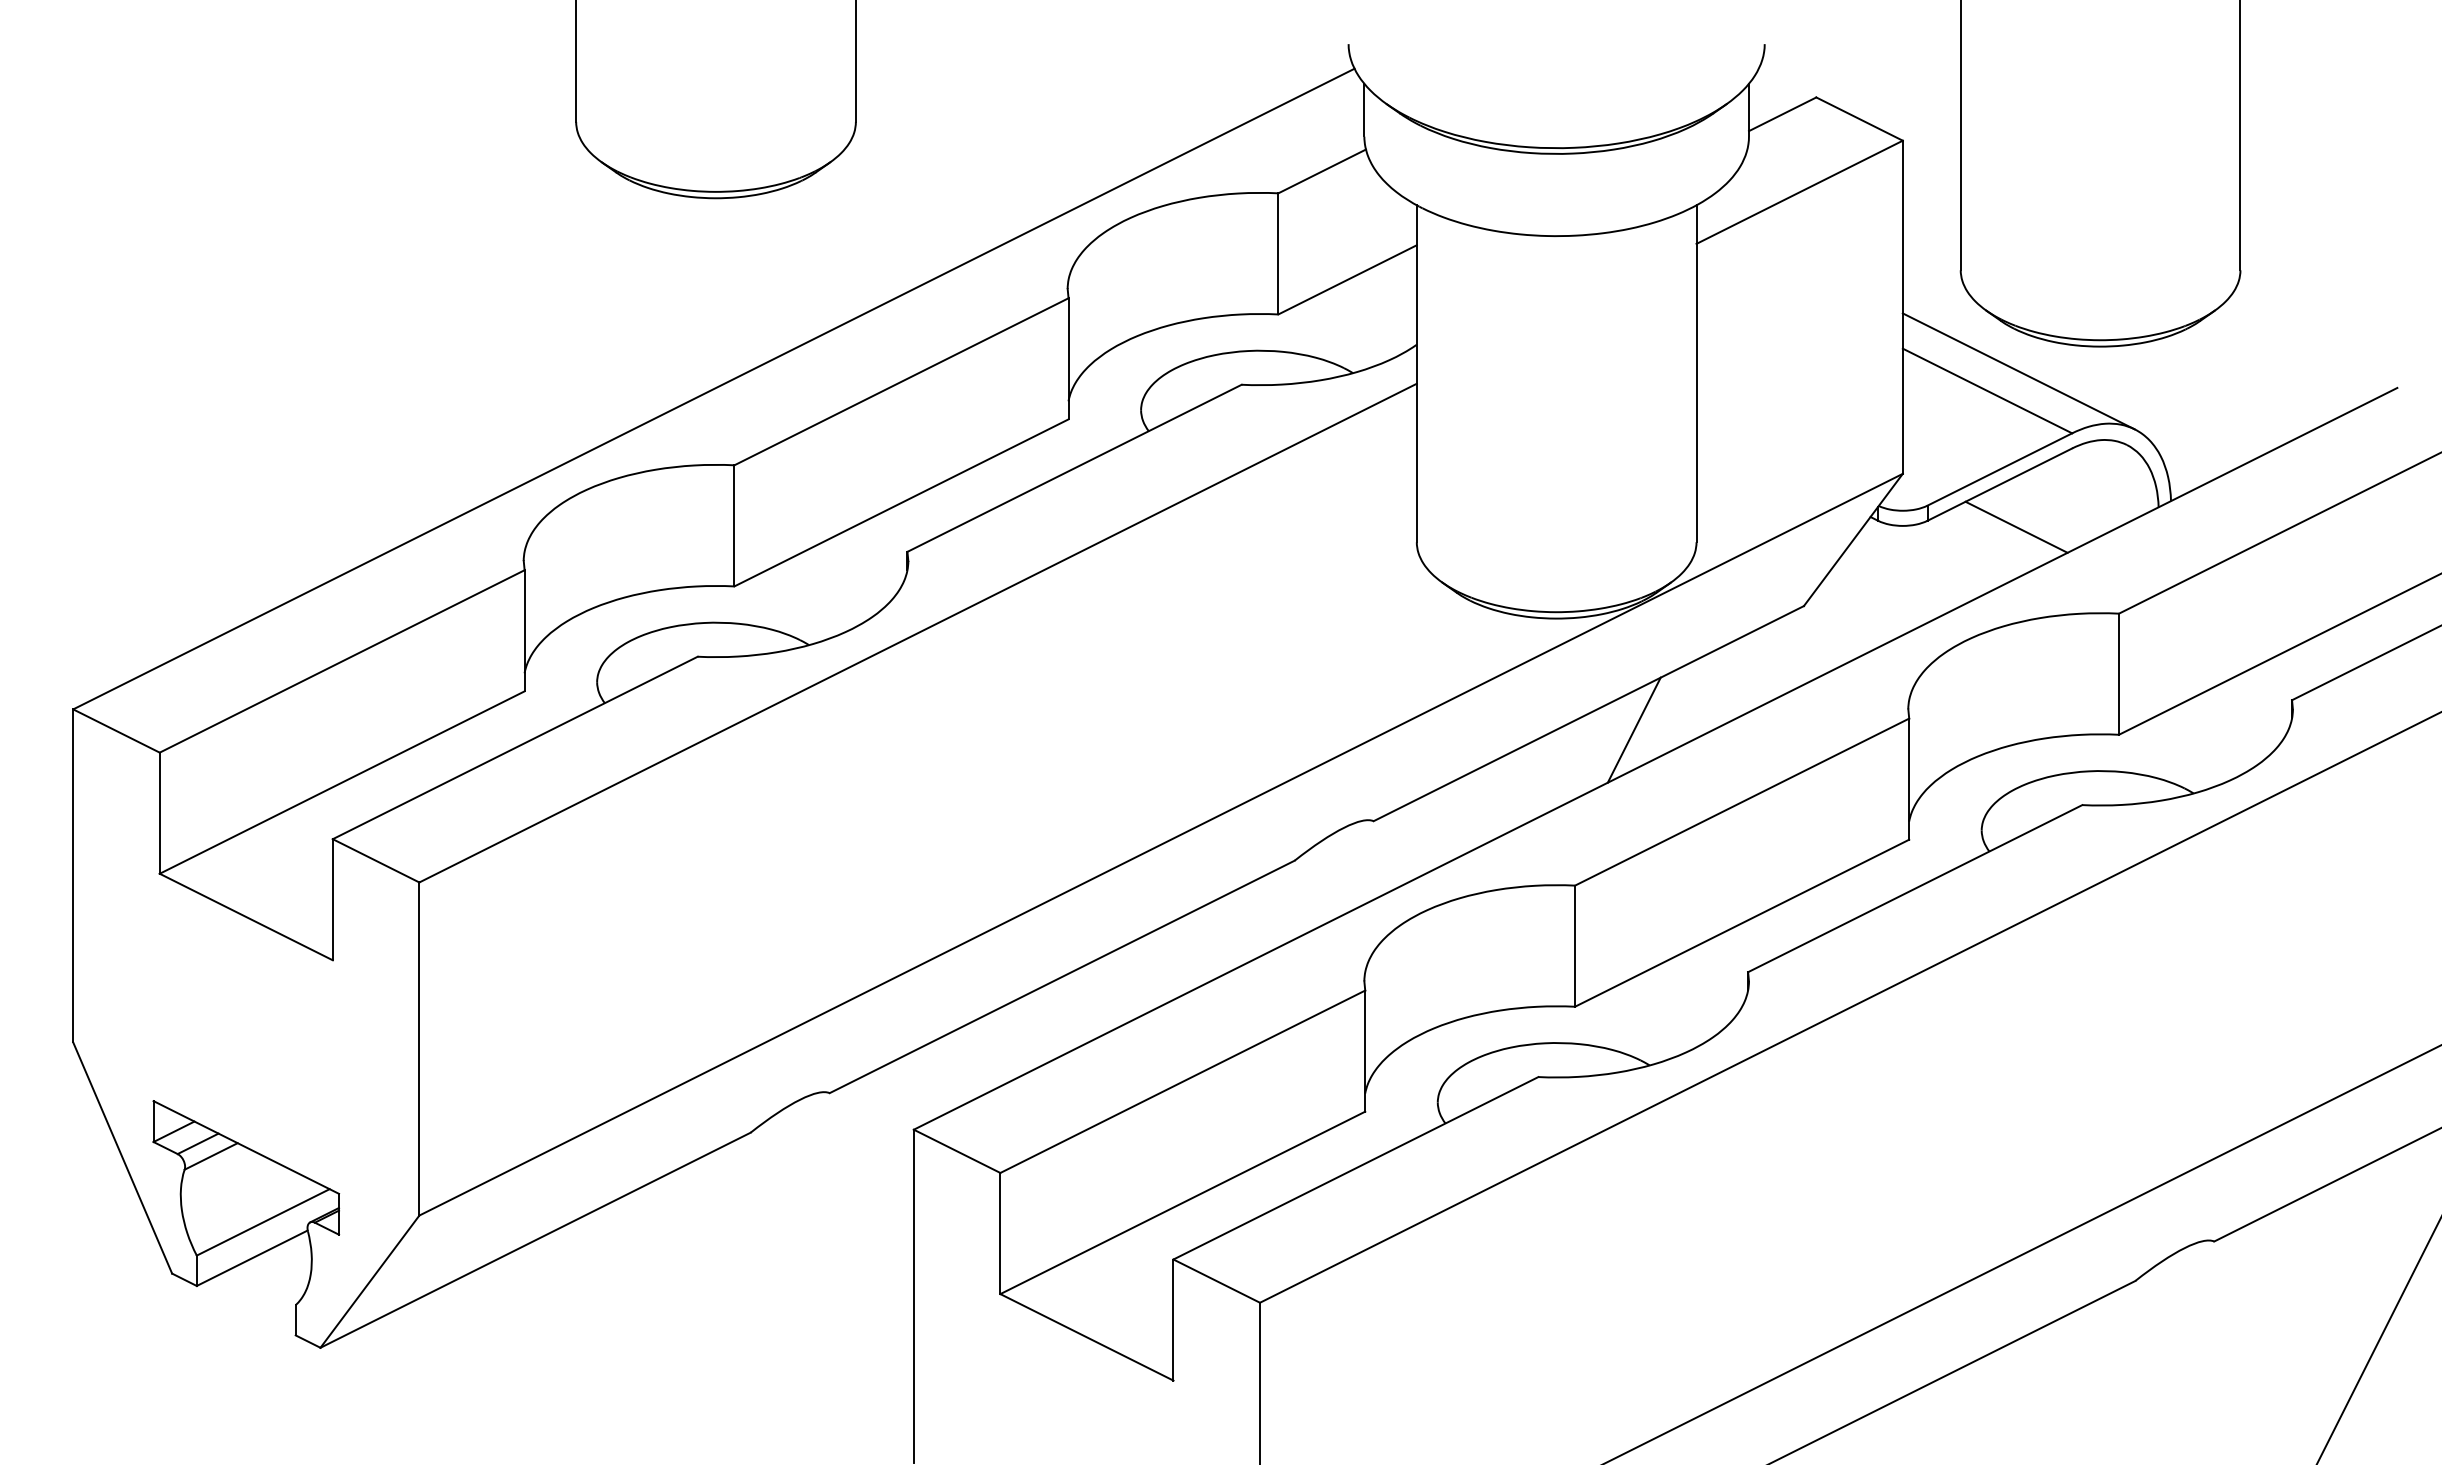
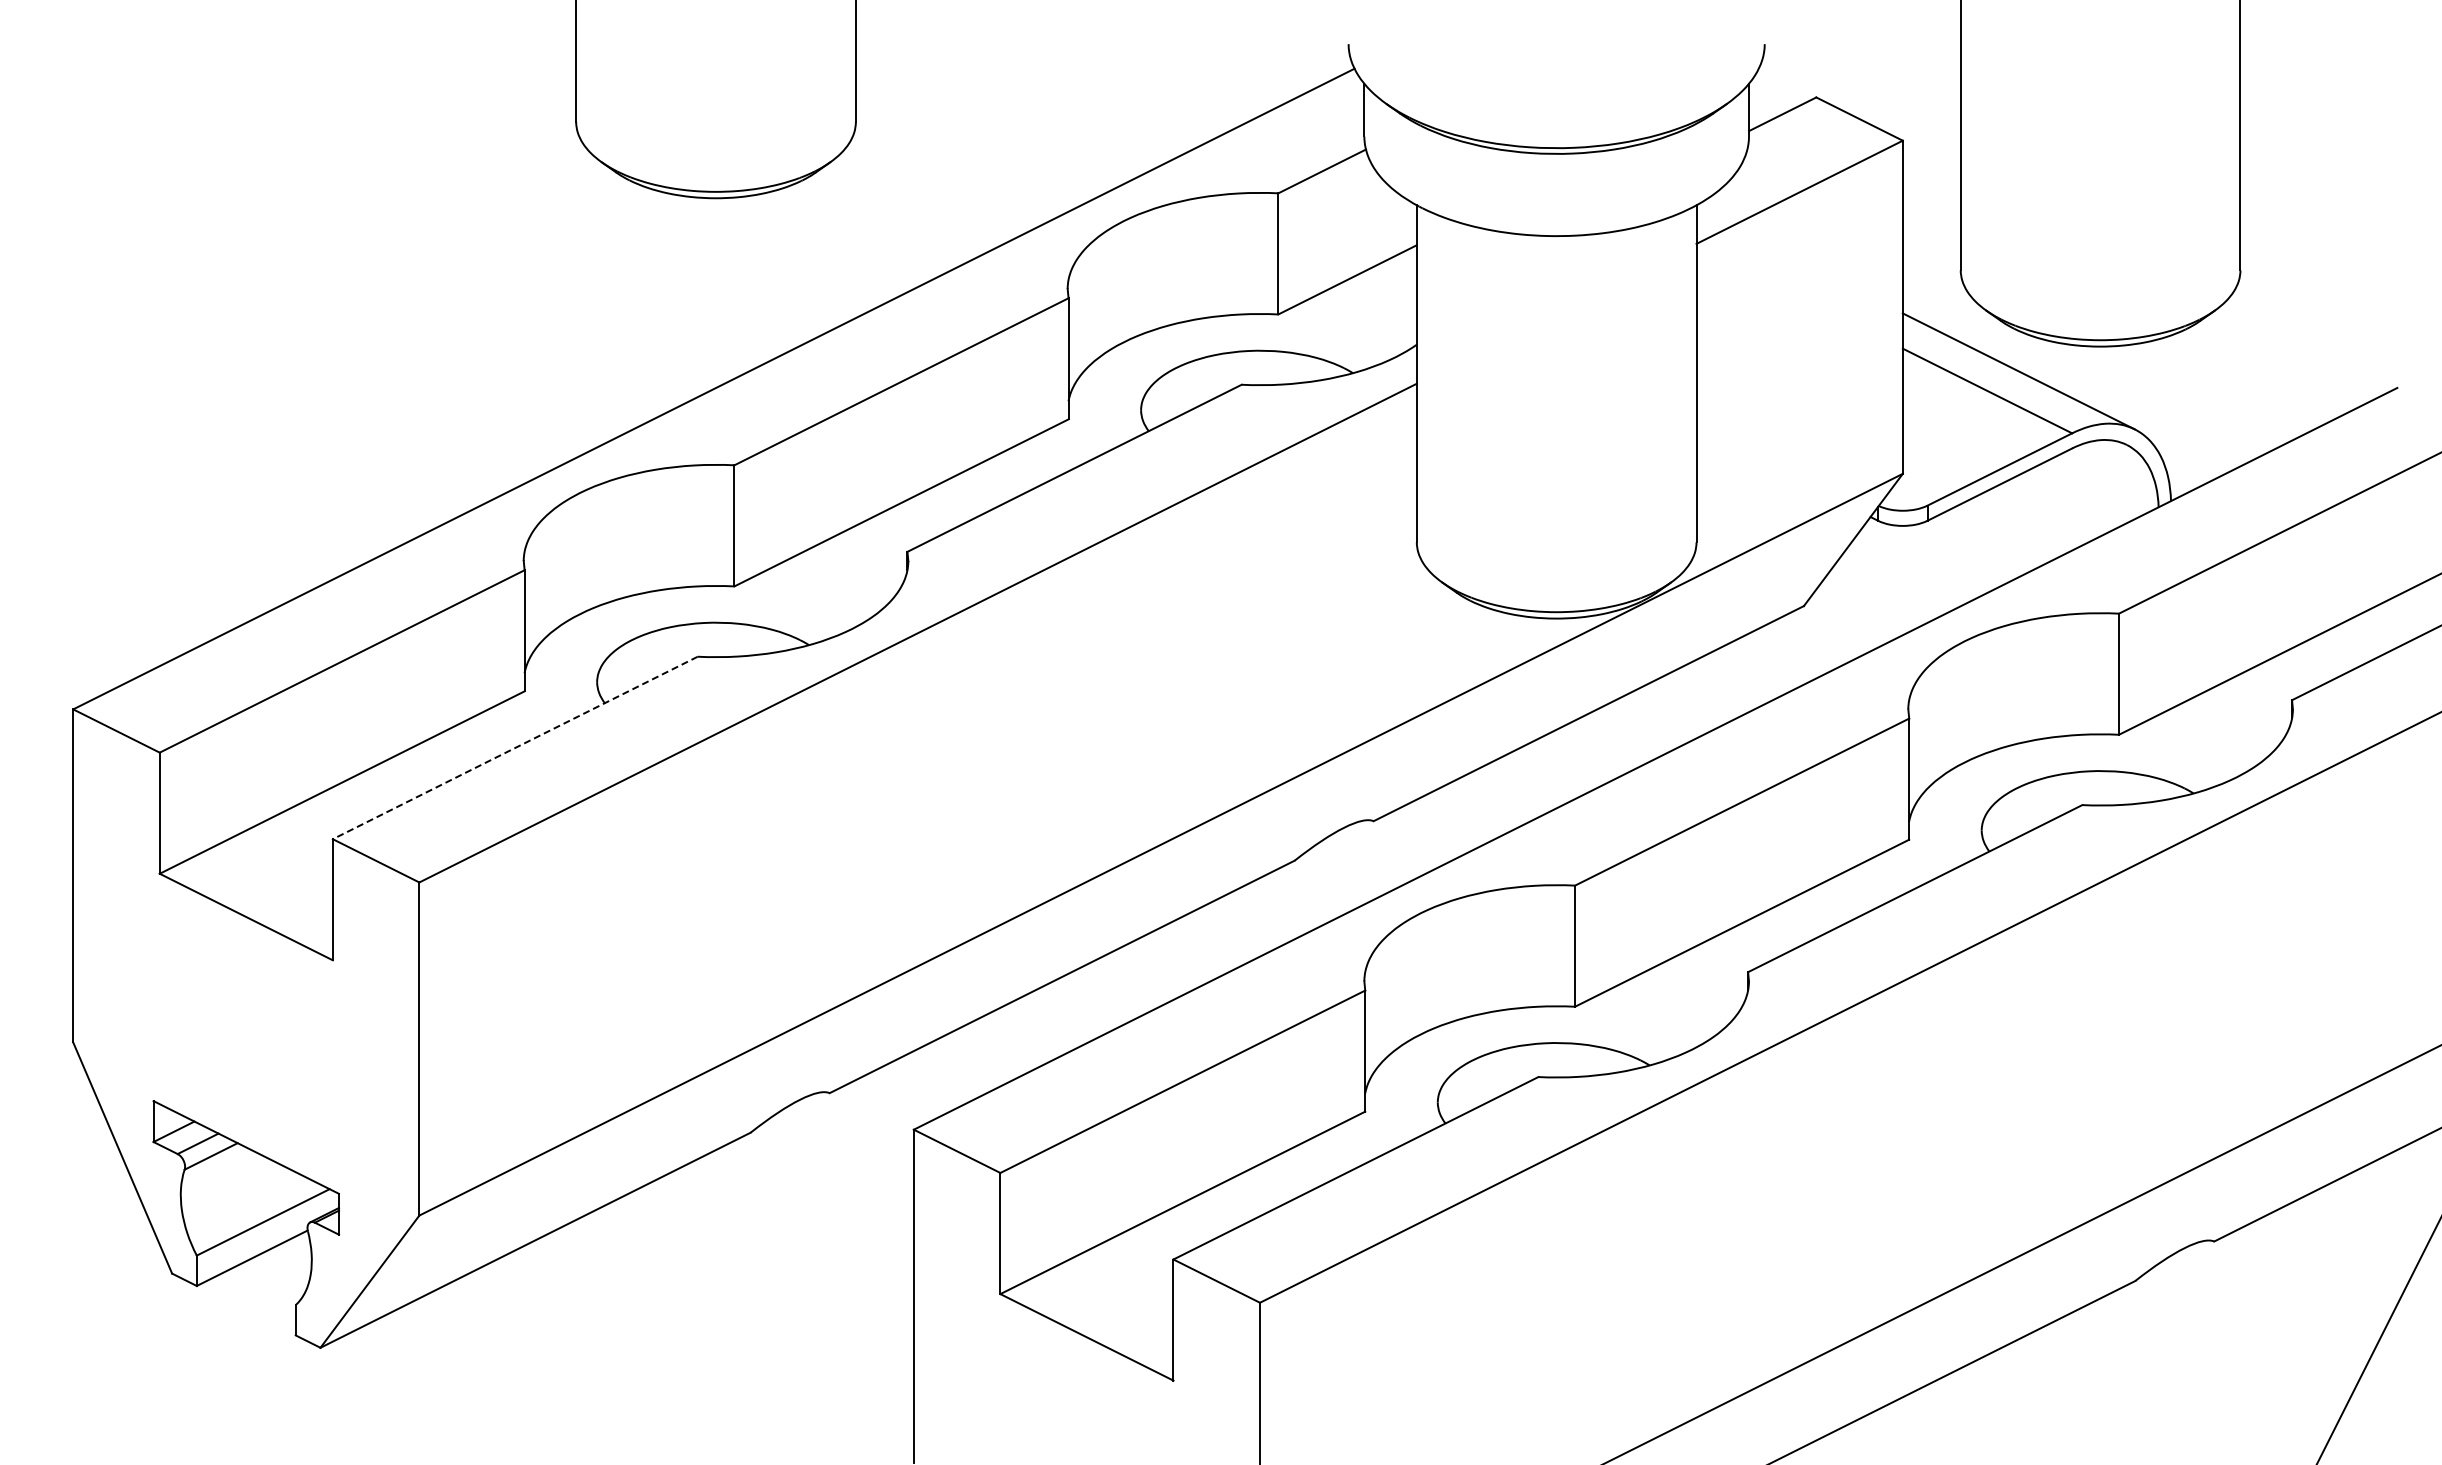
line at (2016, 526): present -> none
line at (1633, 729): present -> none
line at (515, 747): solid -> dashed
